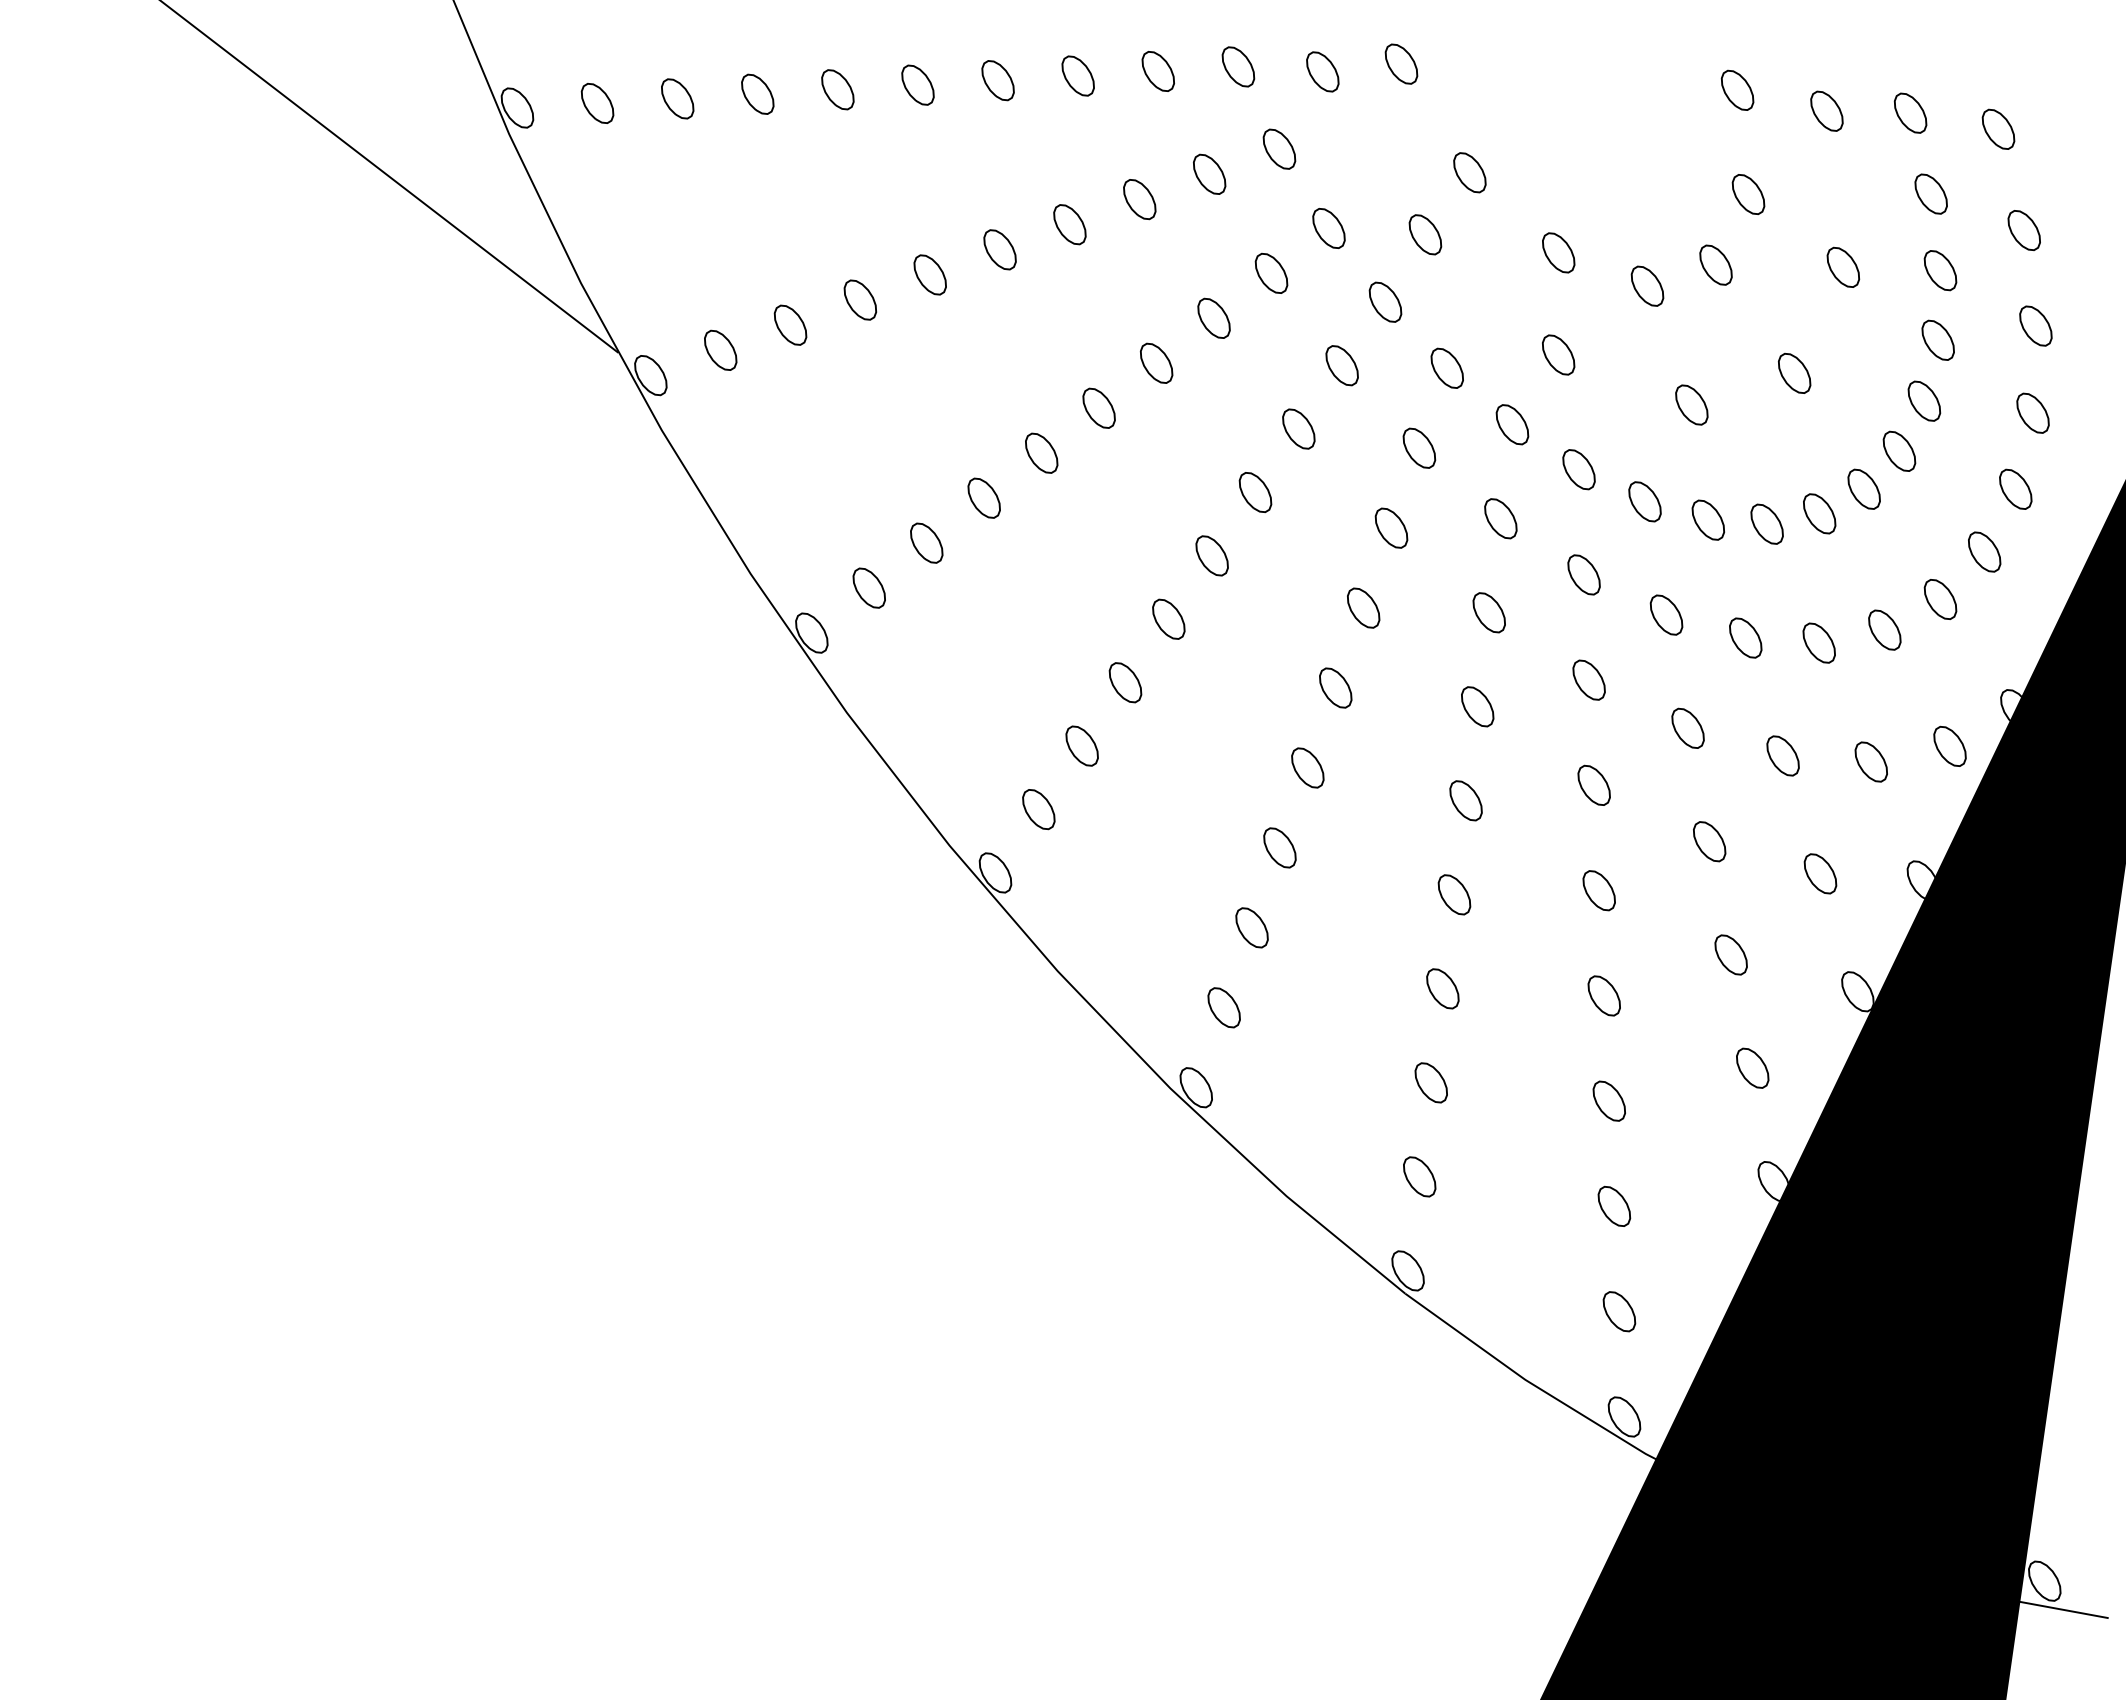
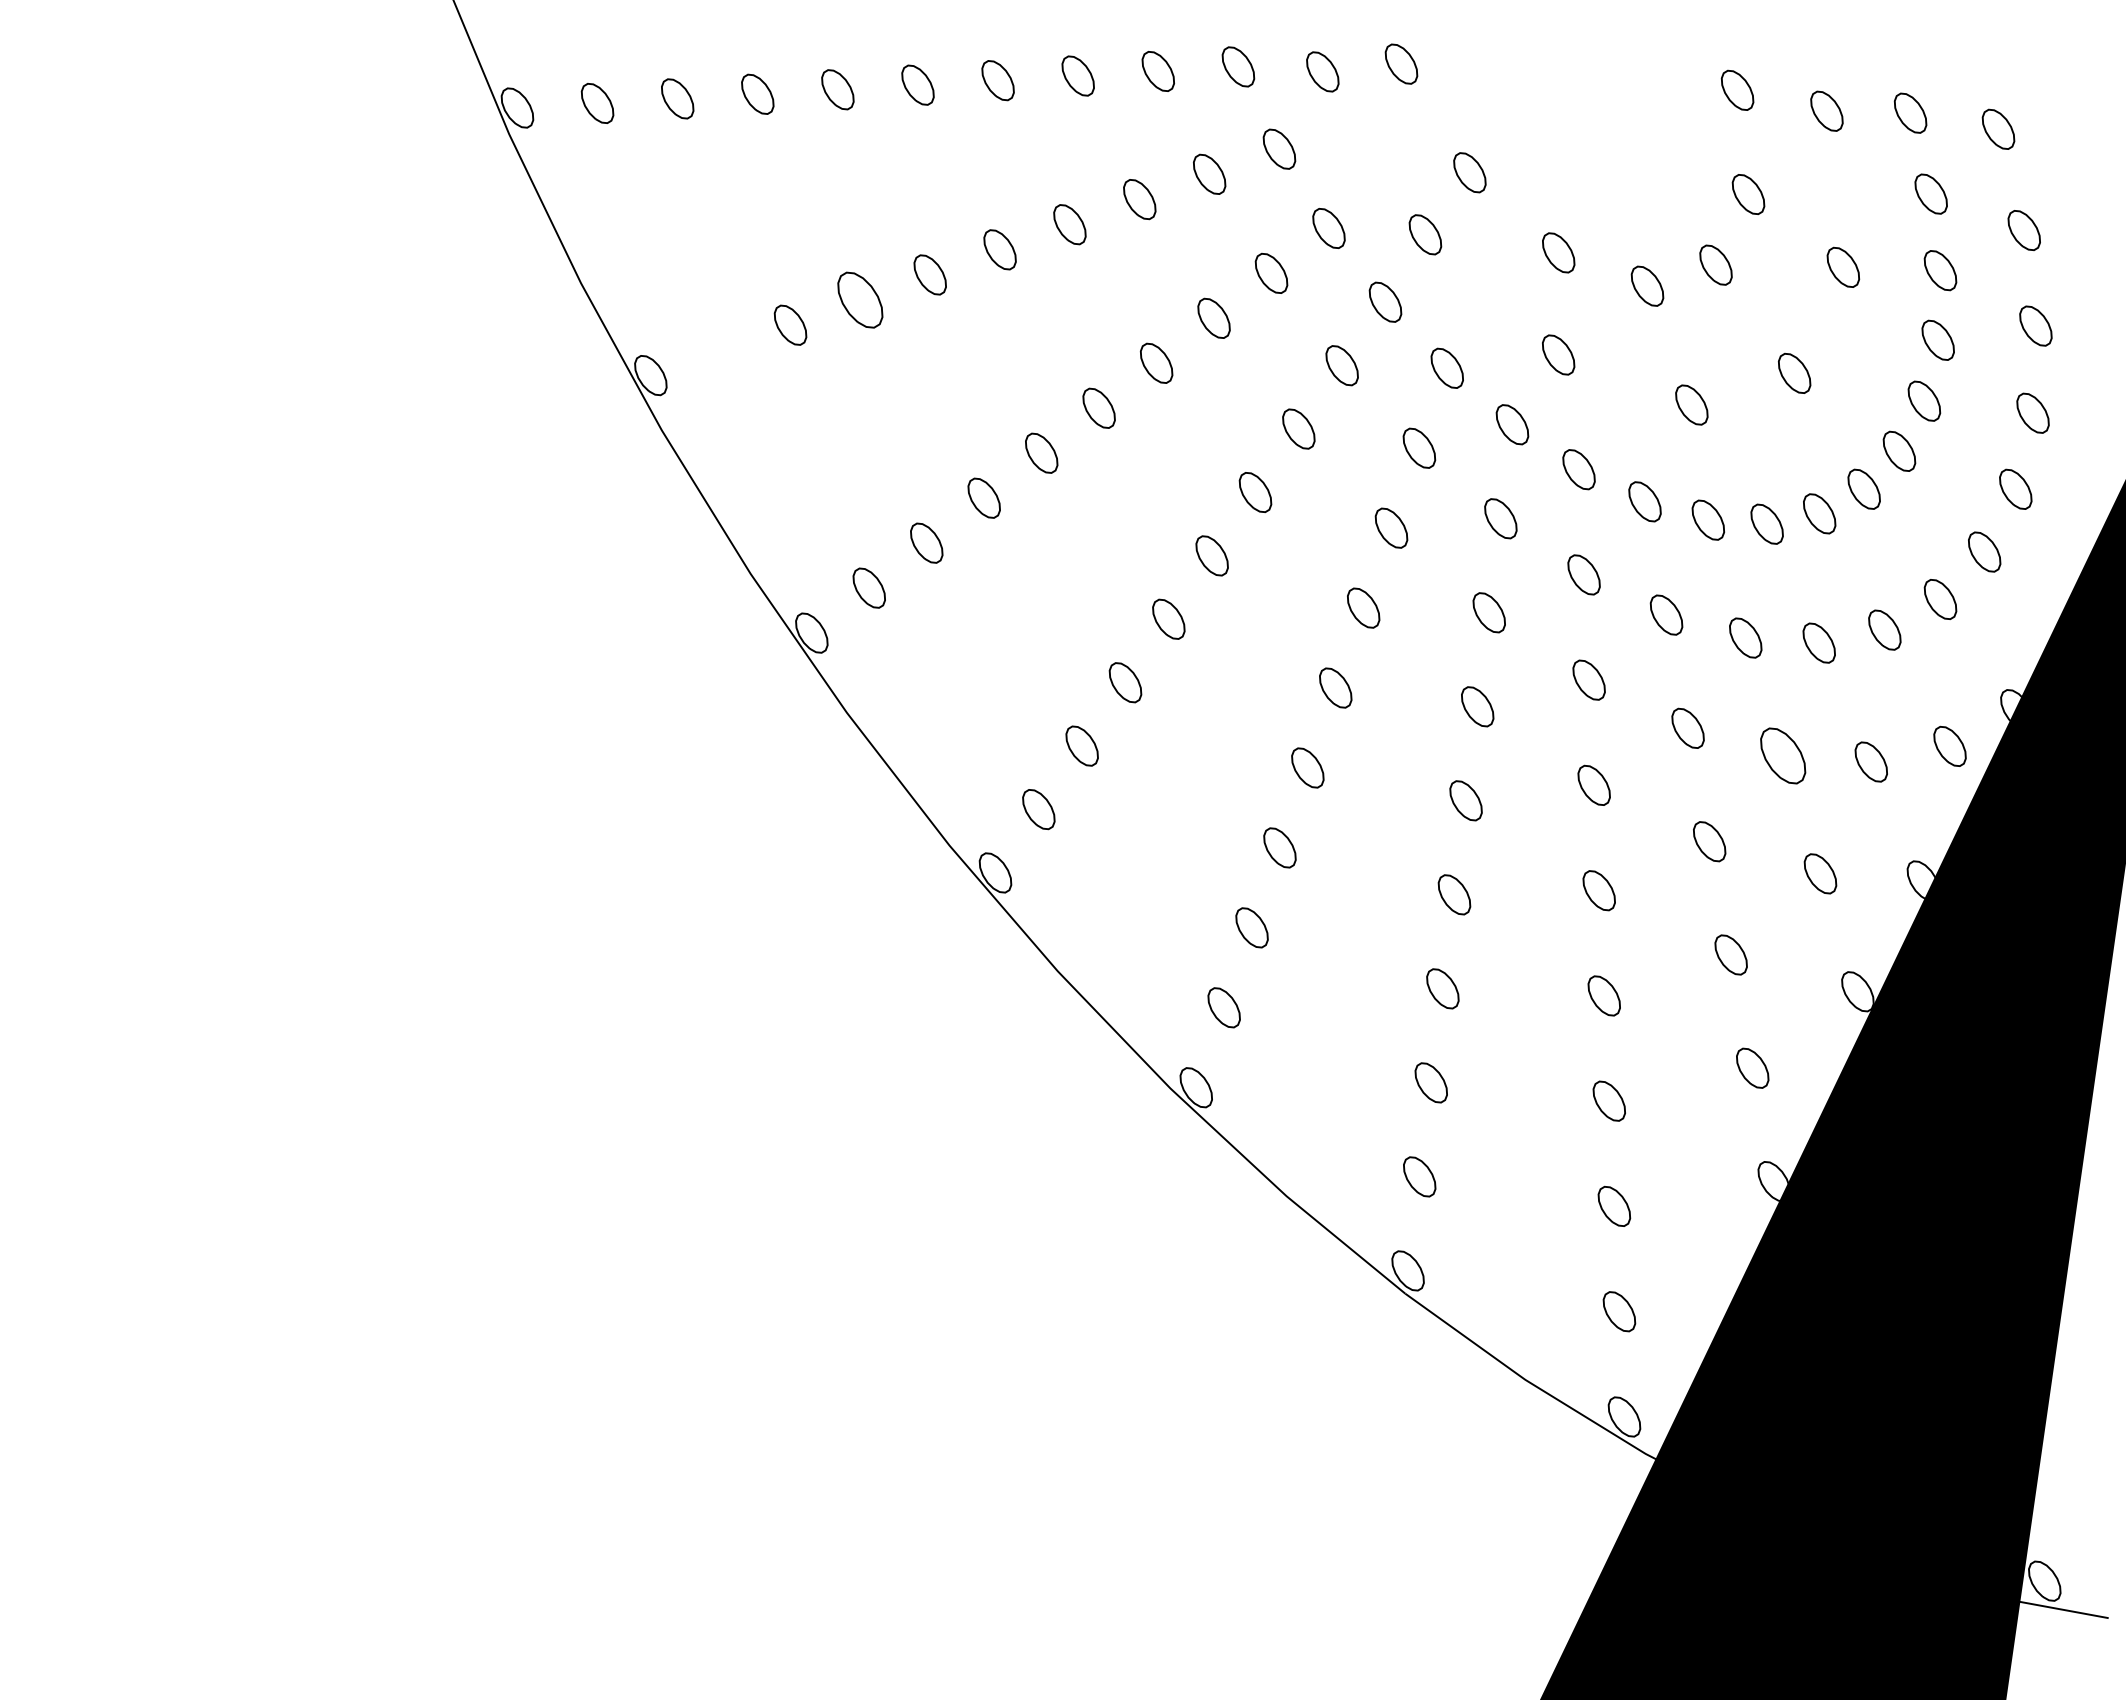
line at (389, 177): present -> none
part at (860, 299) size: 35x42 px -> 47x58 px
part at (720, 349): present -> none
part at (1782, 755) size: 34x42 px -> 47x58 px
